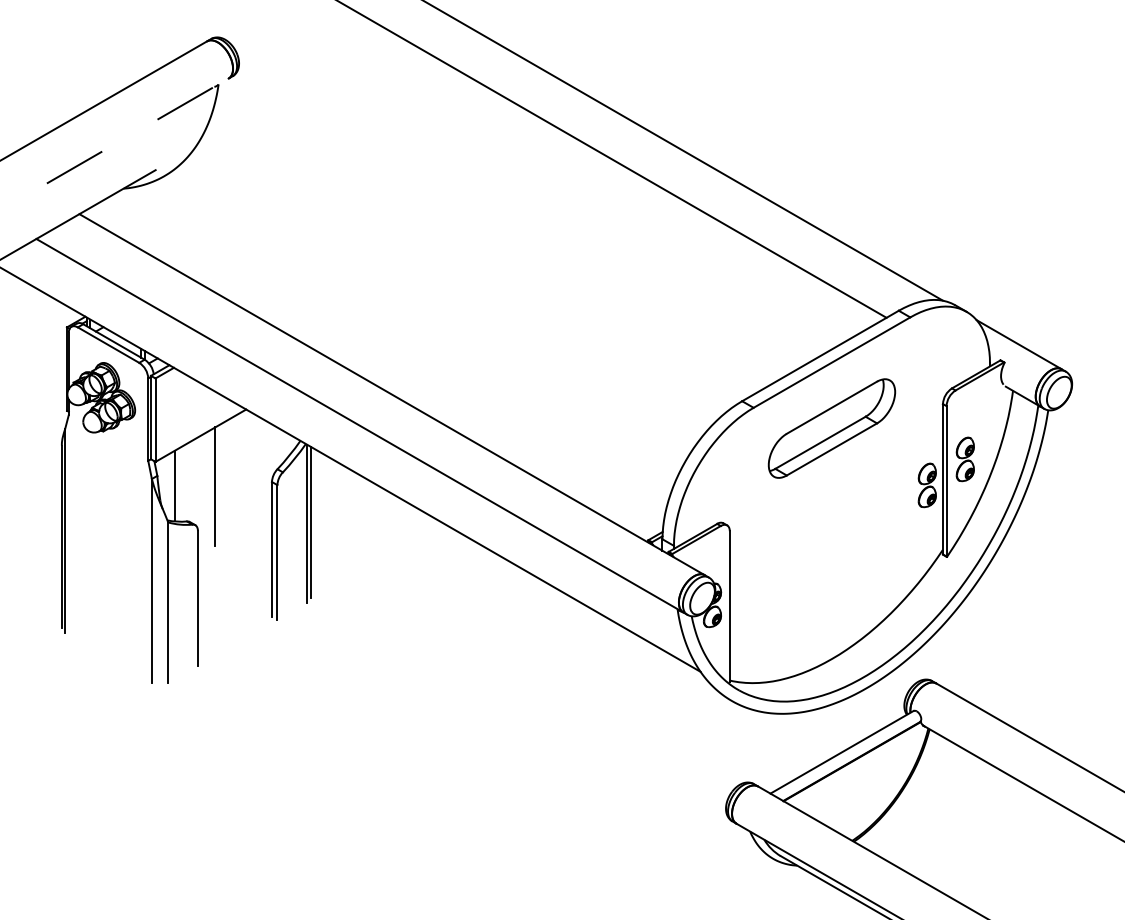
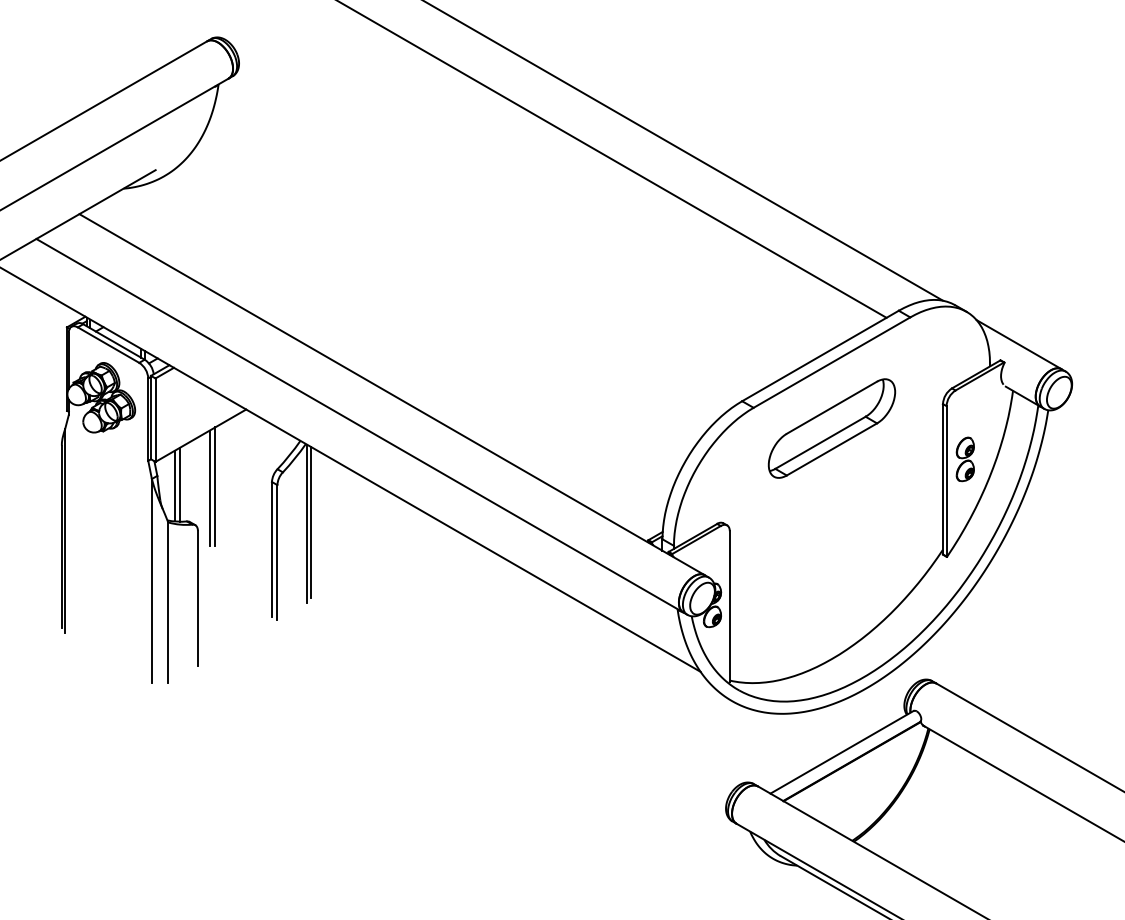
line at (114, 144): dashed -> solid
line at (179, 484): none -> present
part at (926, 485): present -> none
line at (209, 488): none -> present
